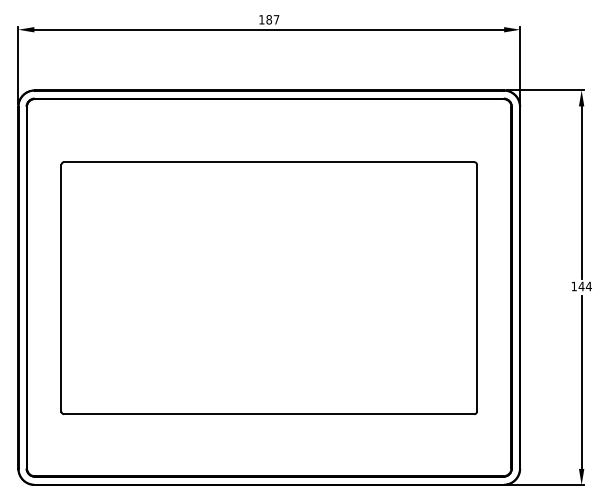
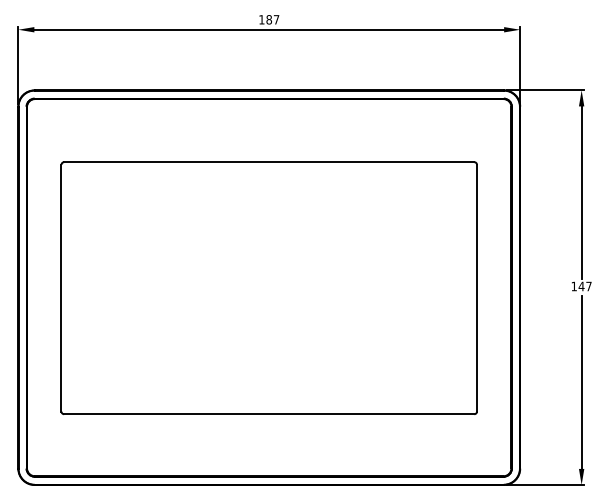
text at (588, 286): 144 -> 147
